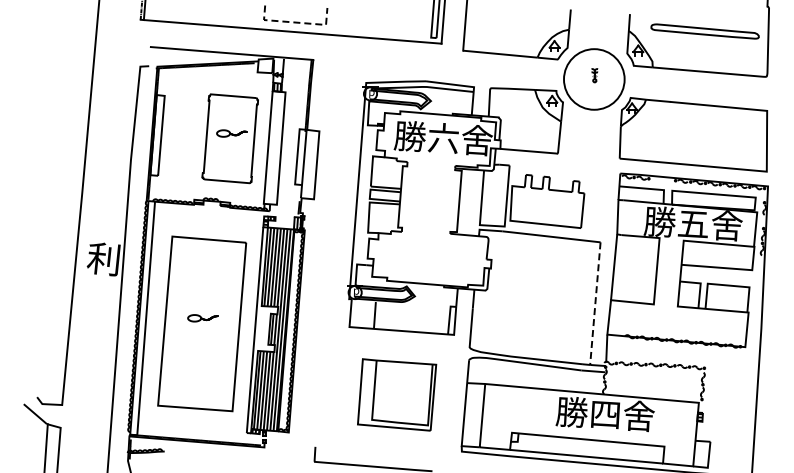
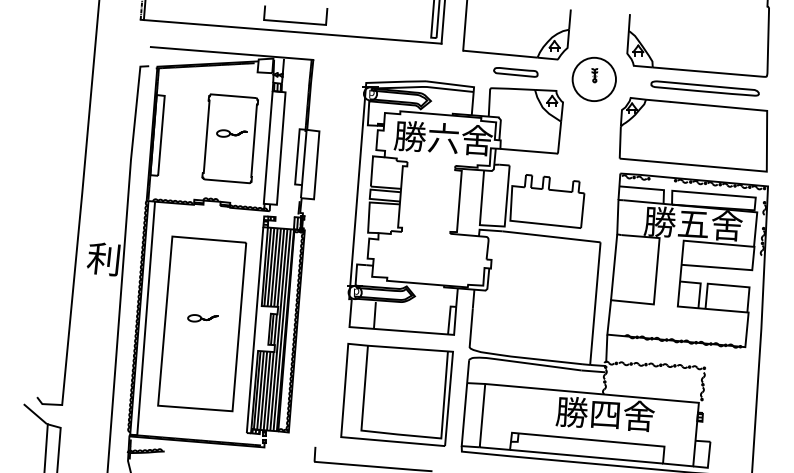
line at (296, 22): dashed -> solid
part at (704, 31) position: (704, 31) -> (704, 88)
part at (515, 72): none -> present
circle at (594, 79) diameter: 61 px -> 43 px
line at (595, 303): dashed -> solid
part at (397, 394) size: 81x74 px -> 114x104 px
